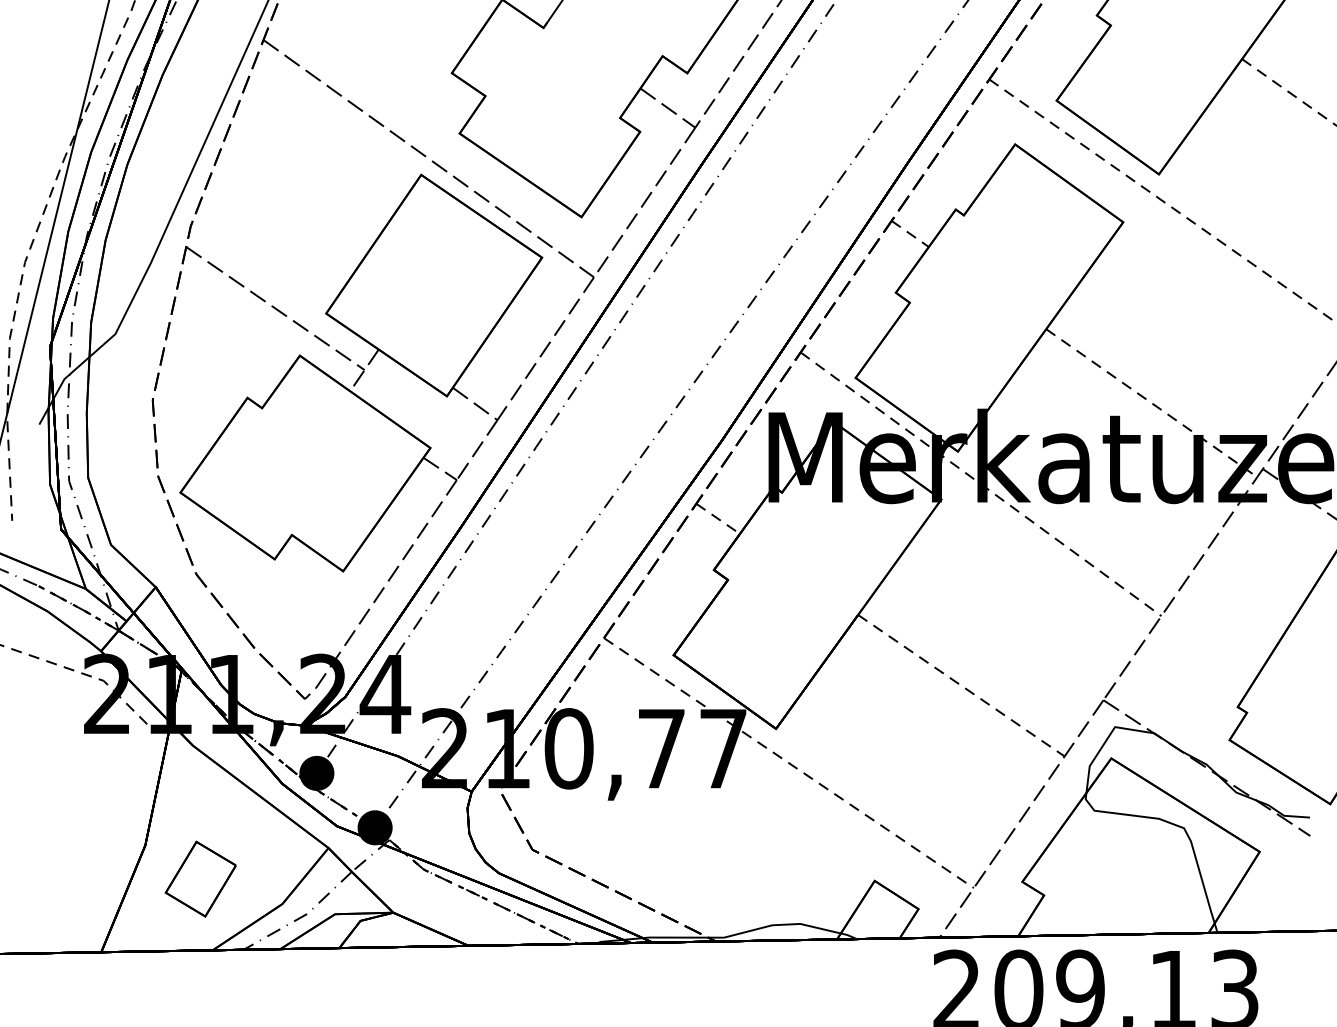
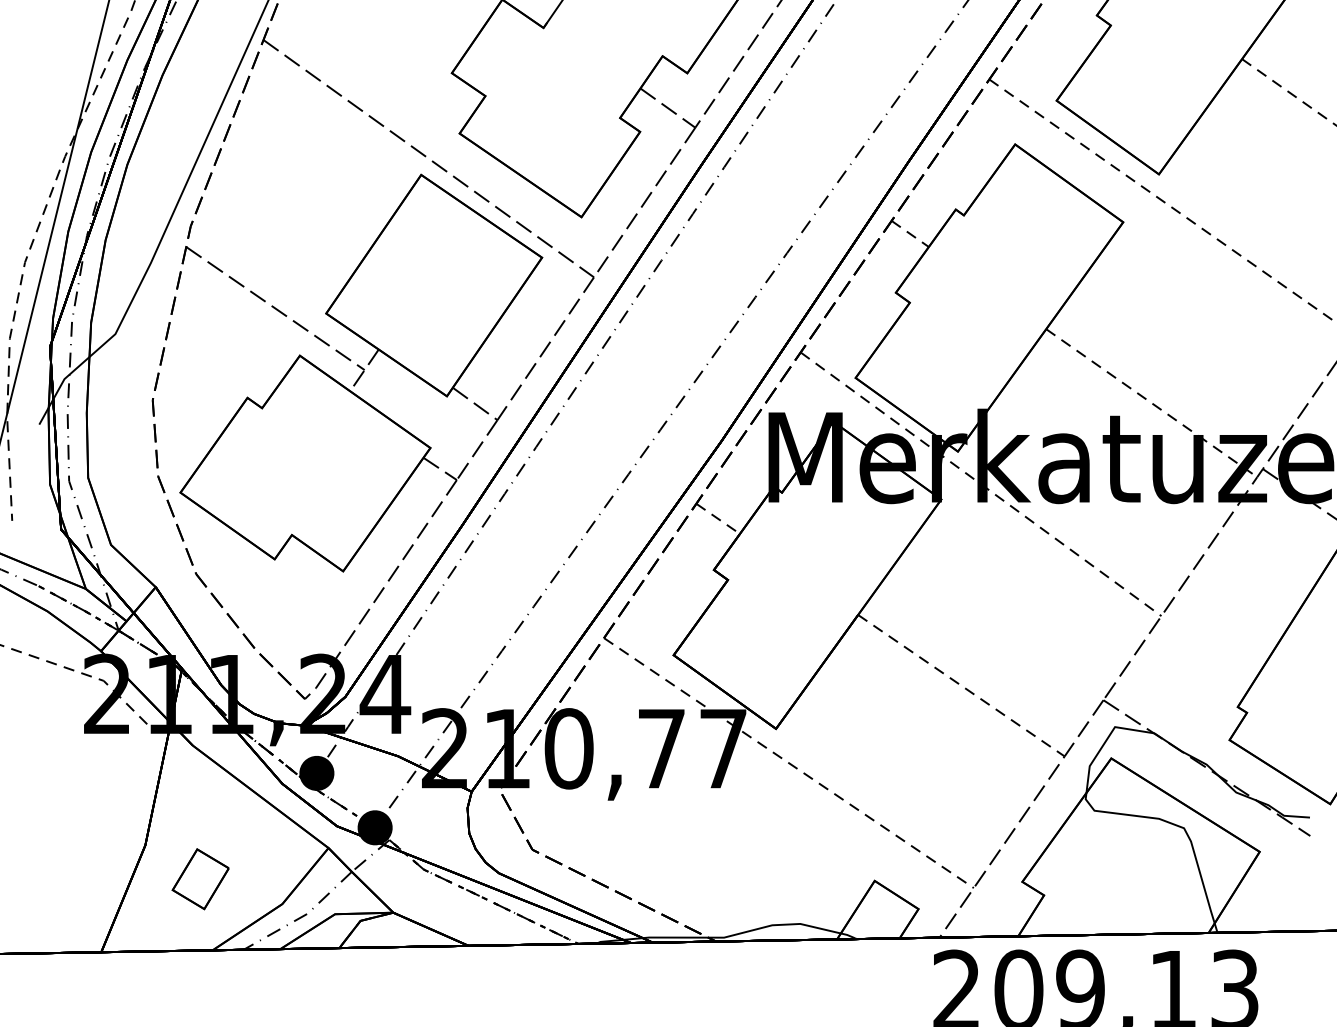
part at (200, 878) size: 73x78 px -> 59x63 px
